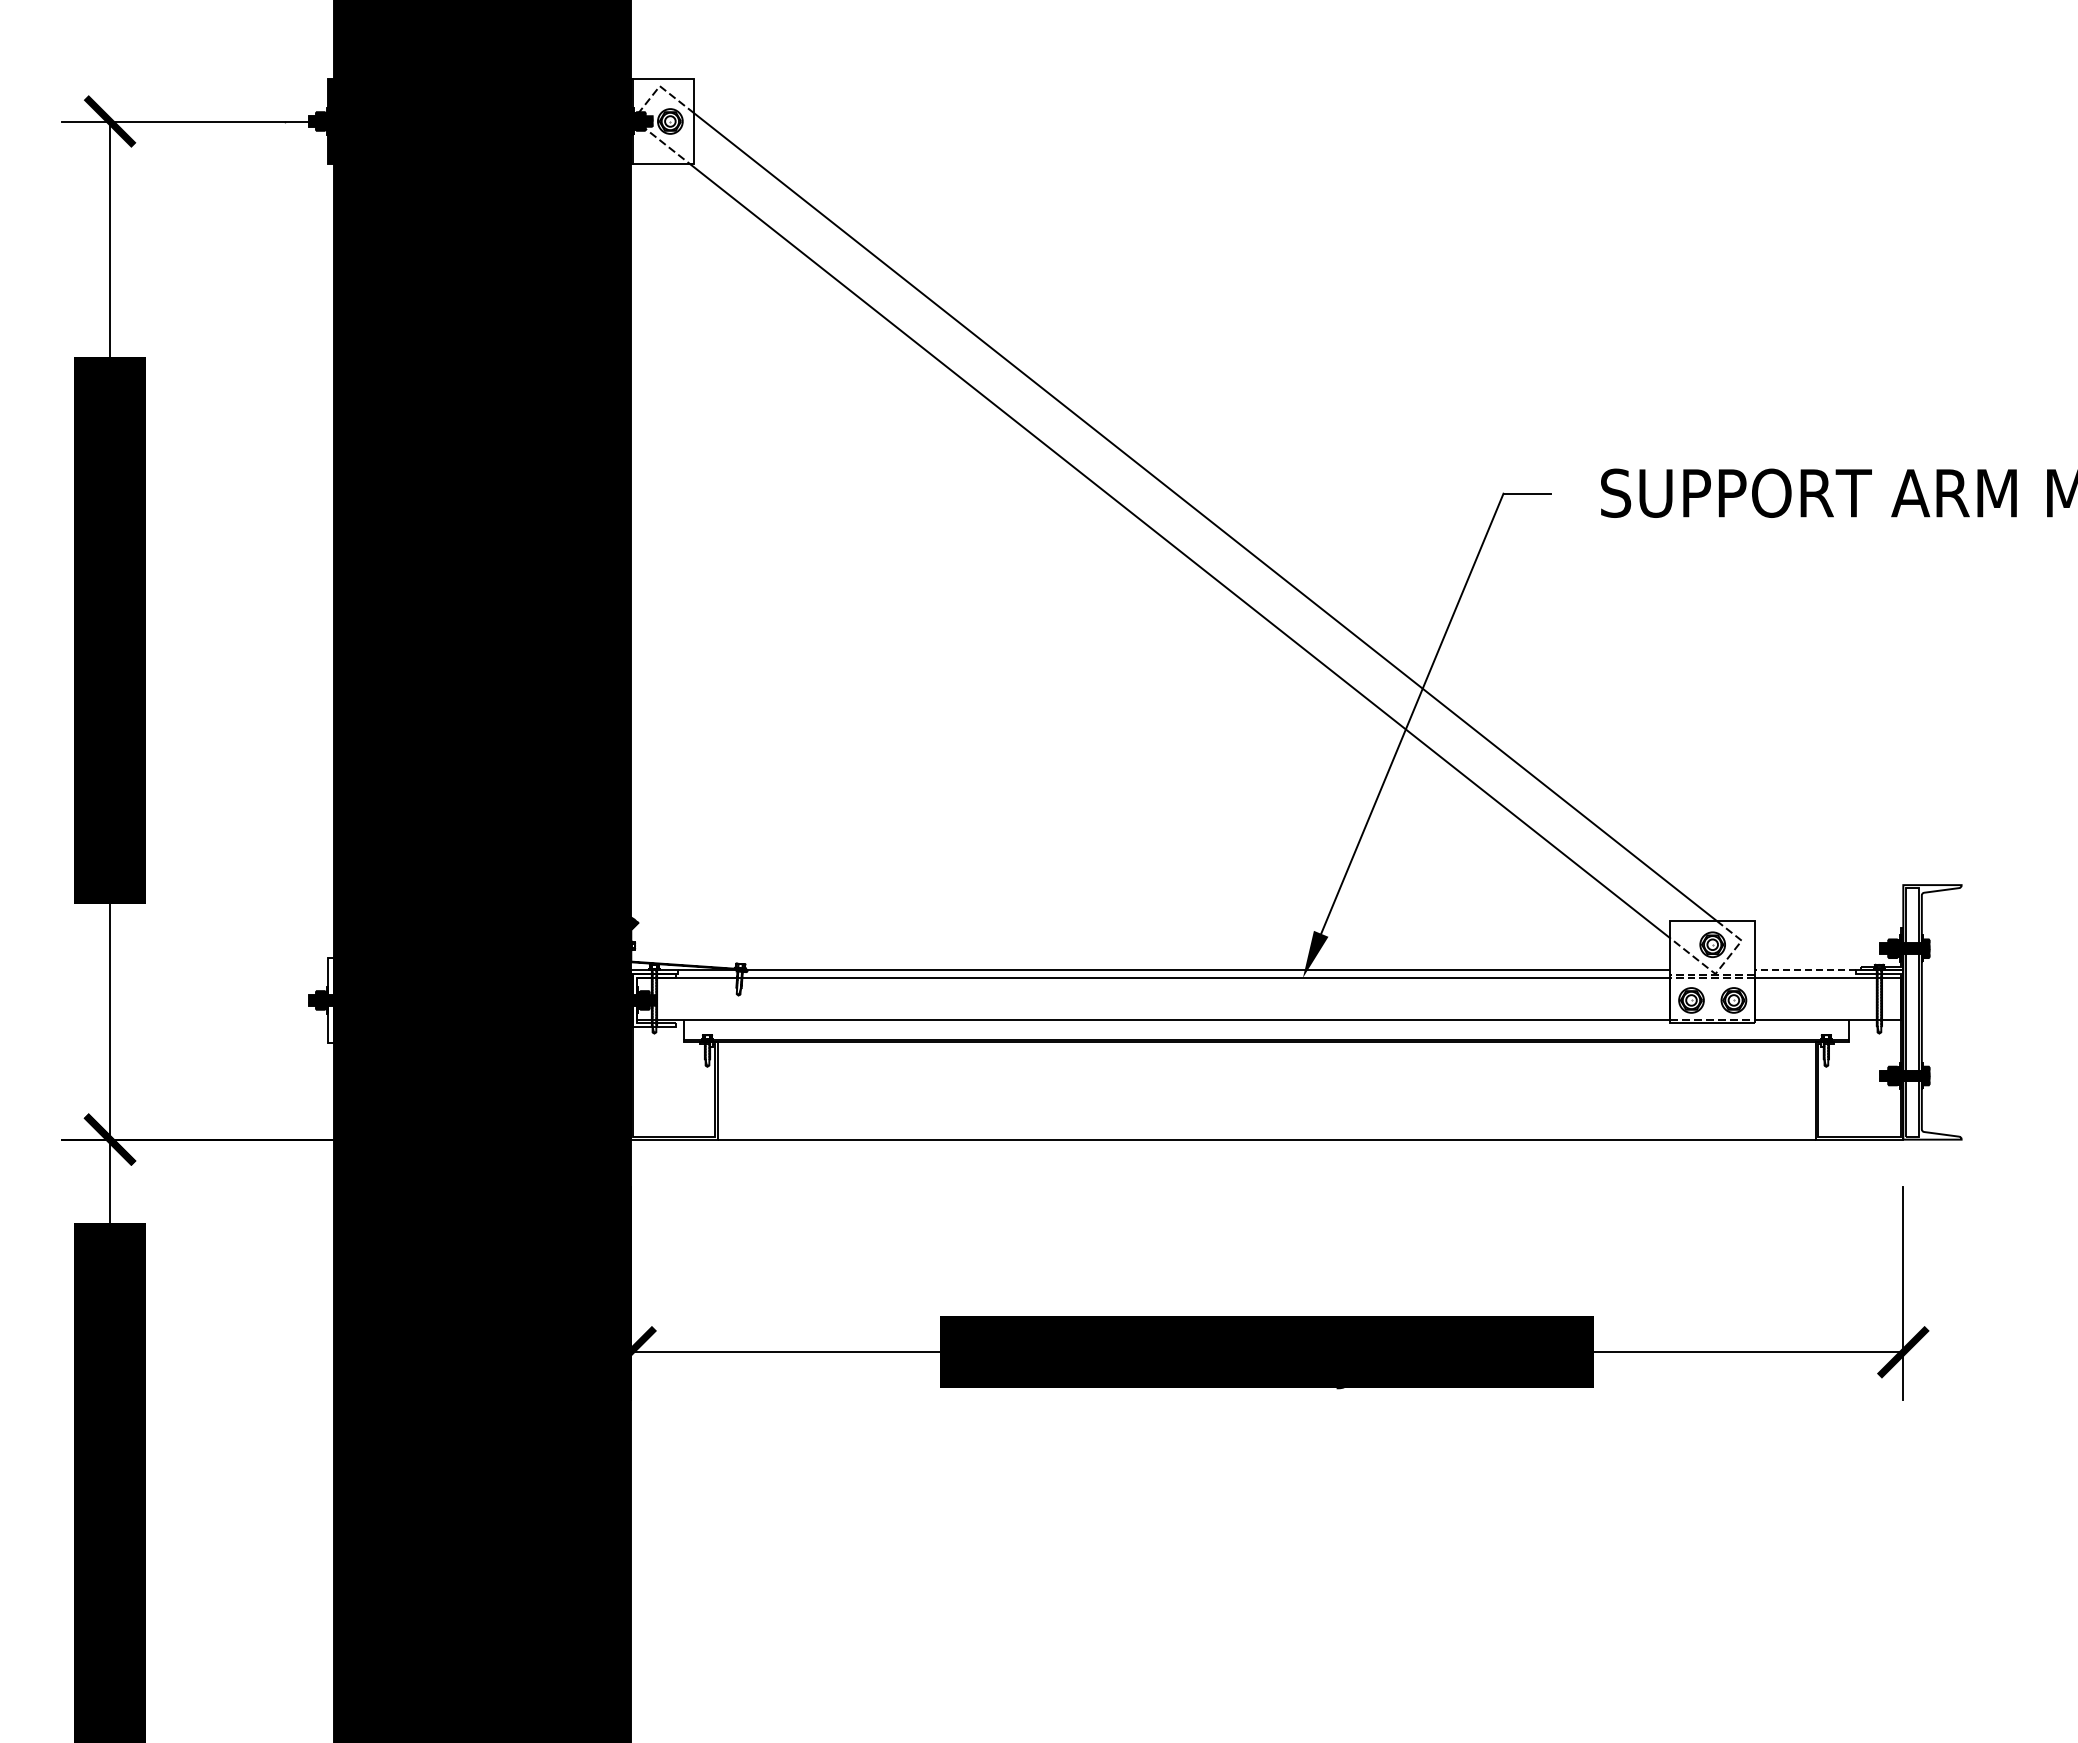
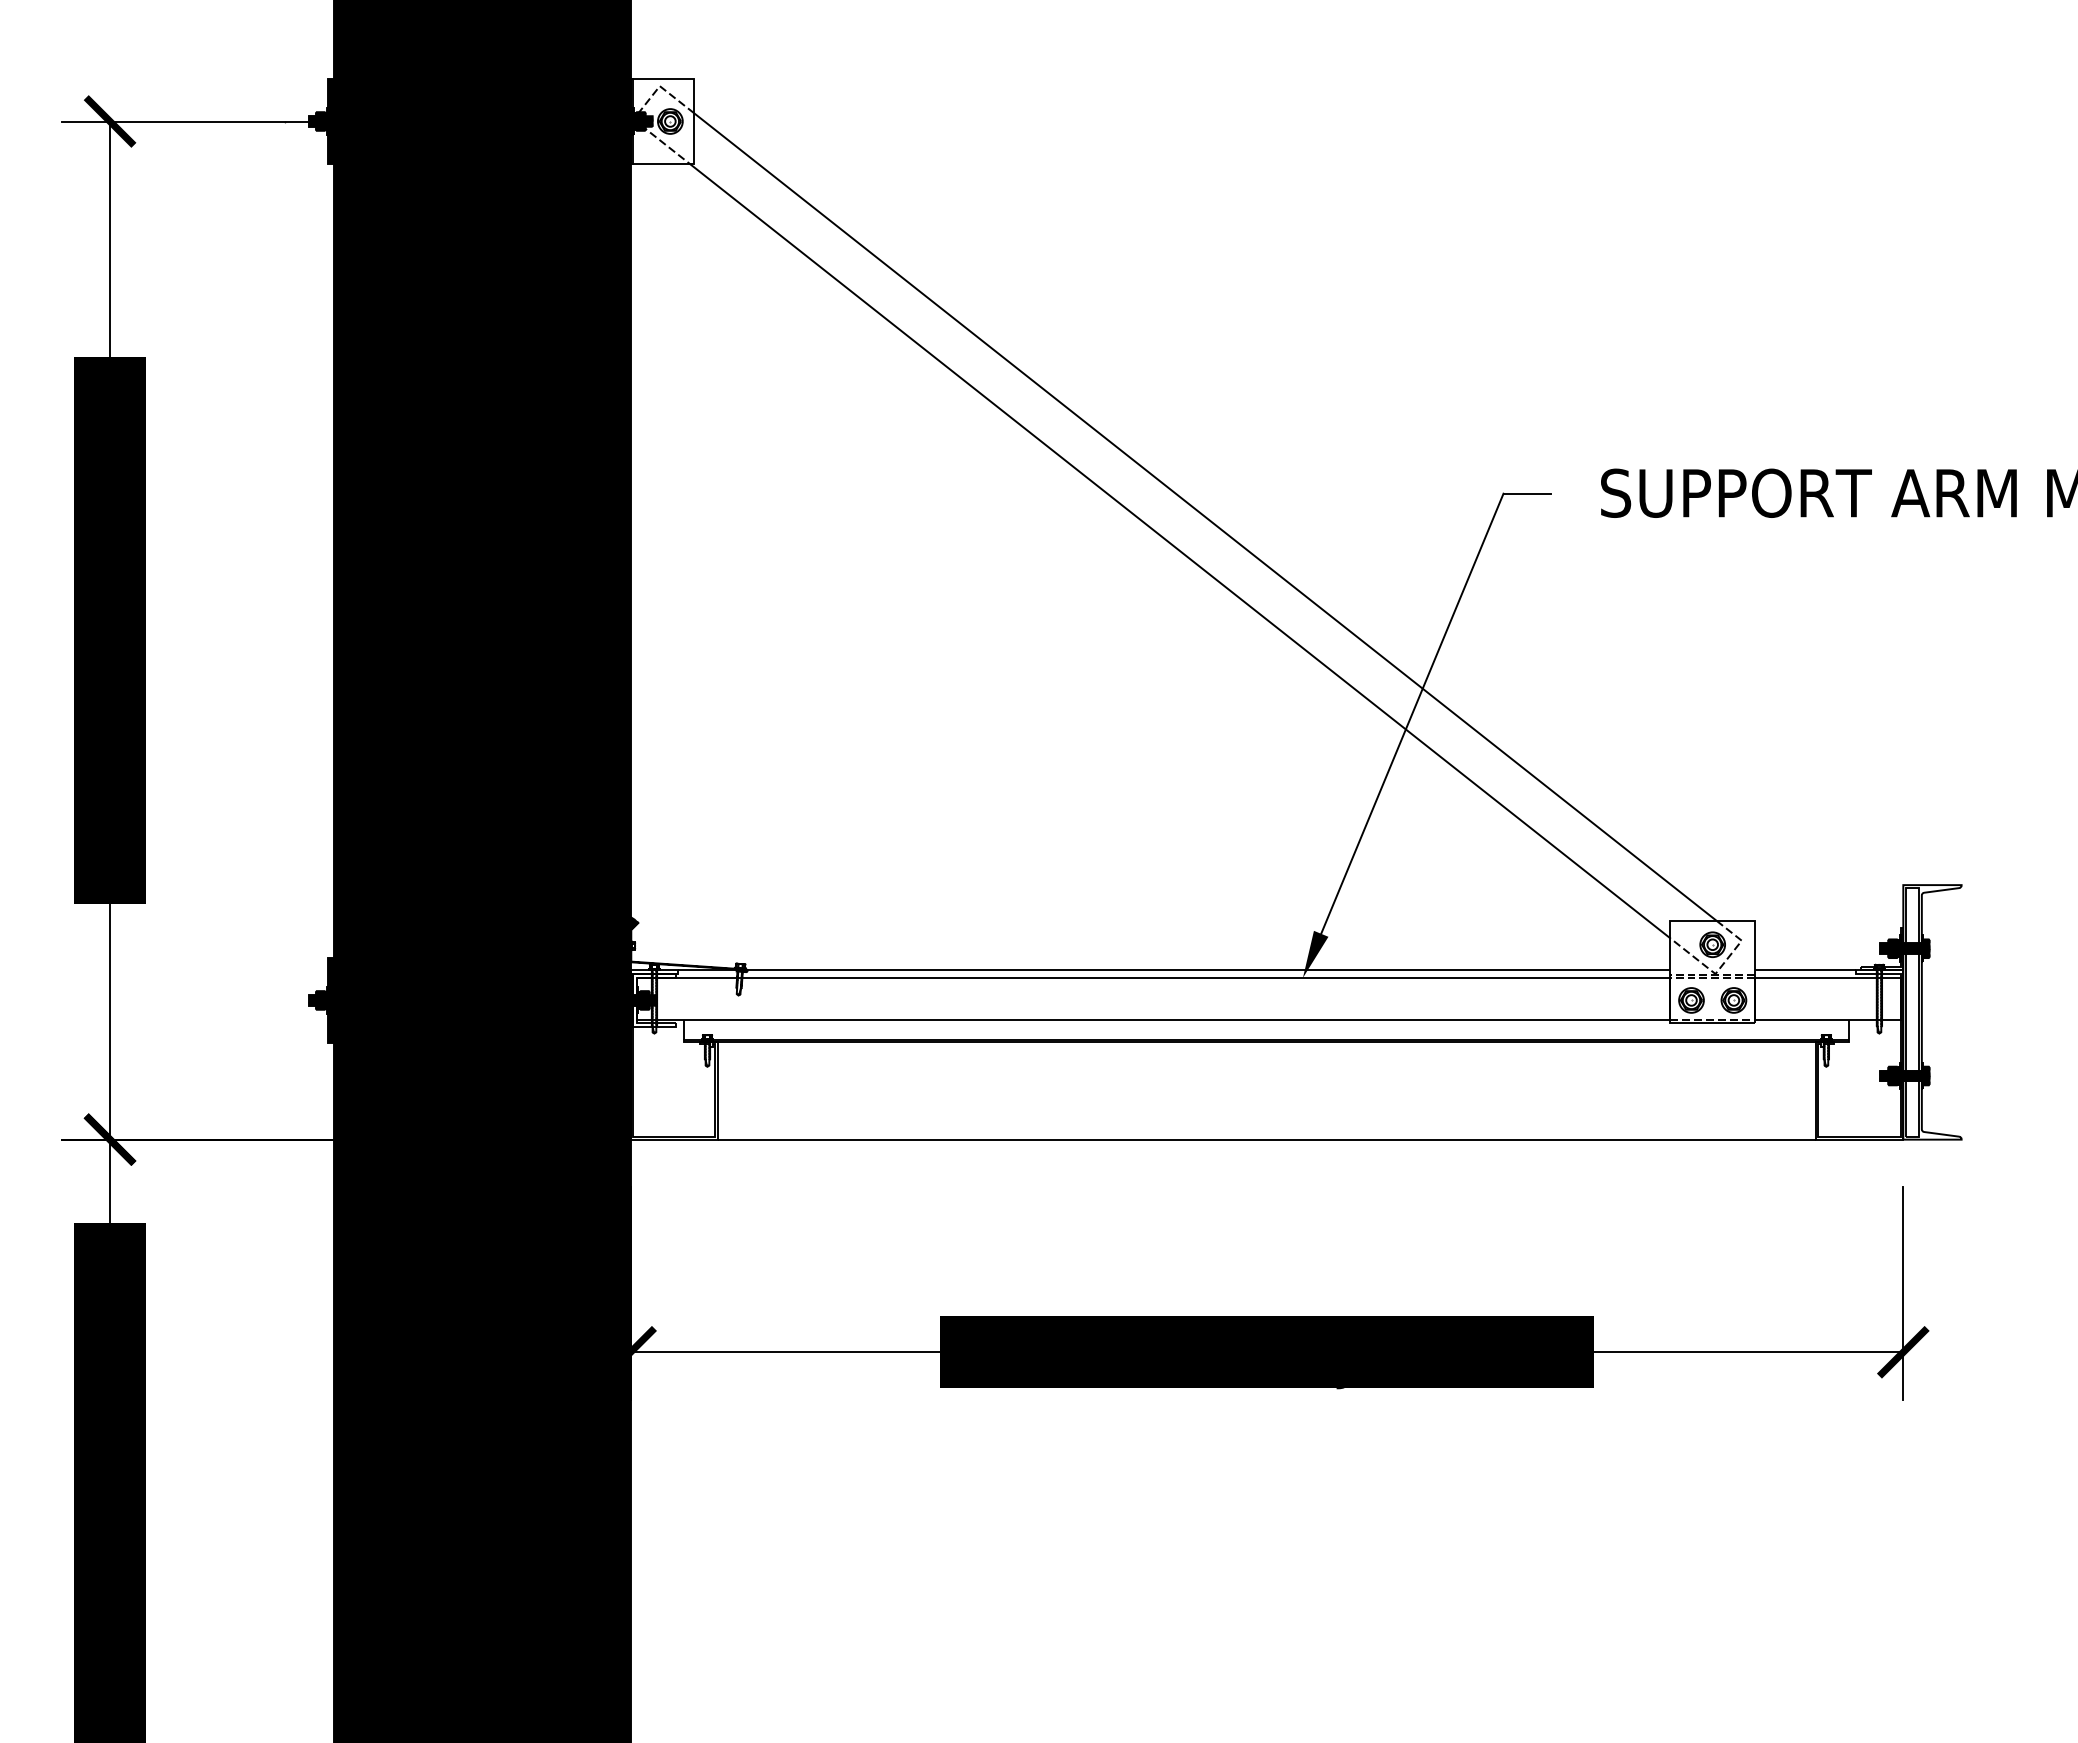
line at (1804, 969): dashed -> solid
fill at (330, 1000): none -> present
